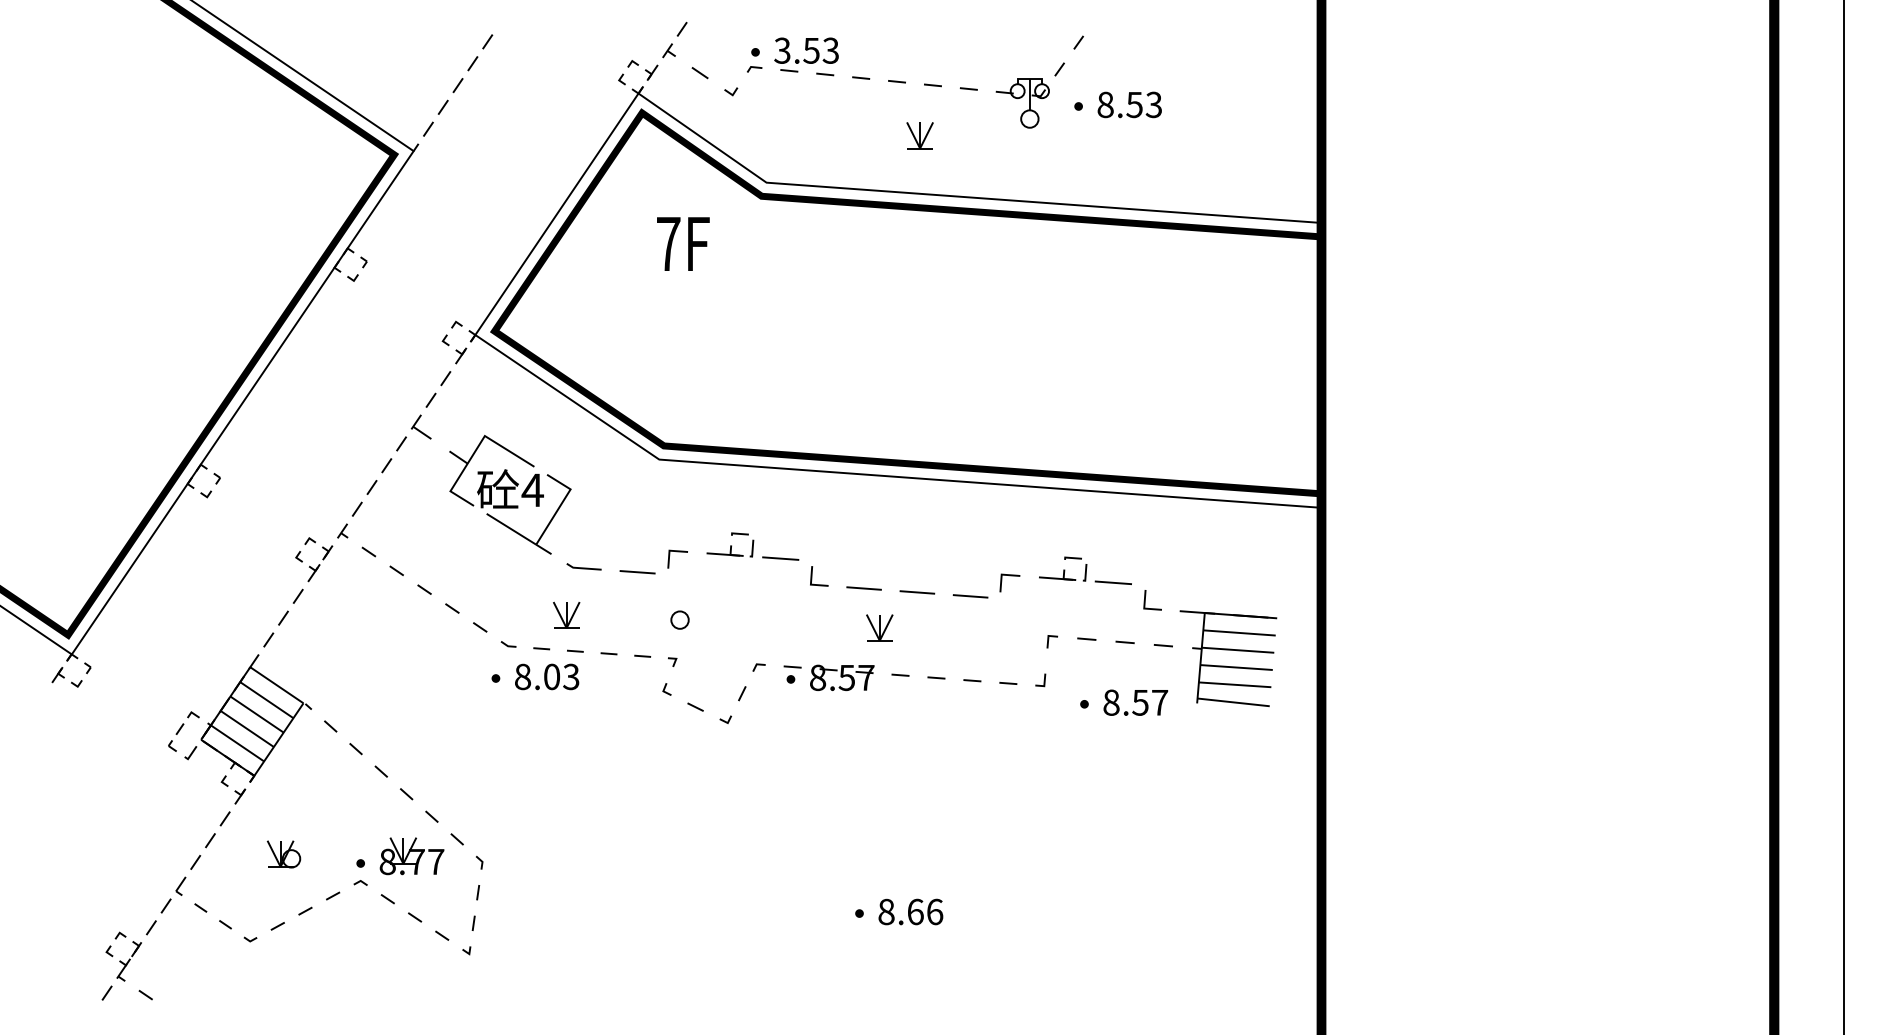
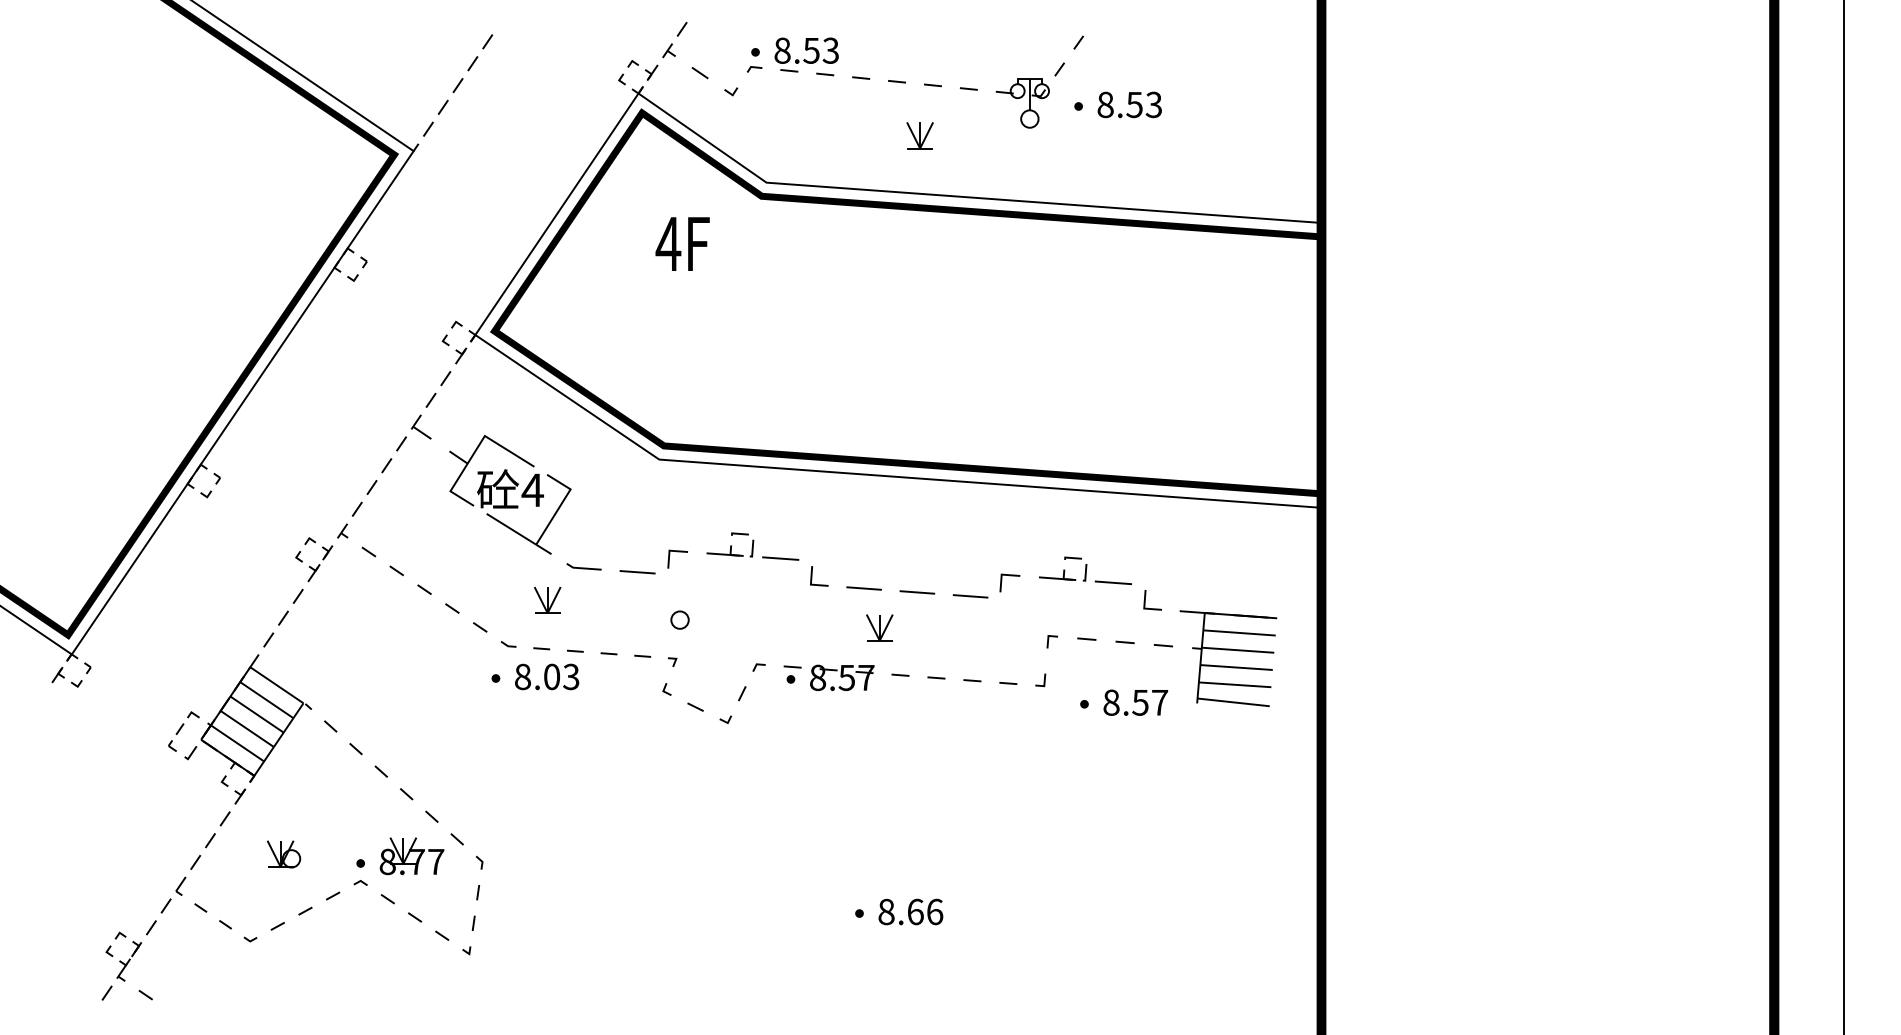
text at (782, 50): 3.53 -> 8.53
text at (668, 243): 7F -> 4F
part at (566, 614) position: (566, 614) -> (547, 599)
